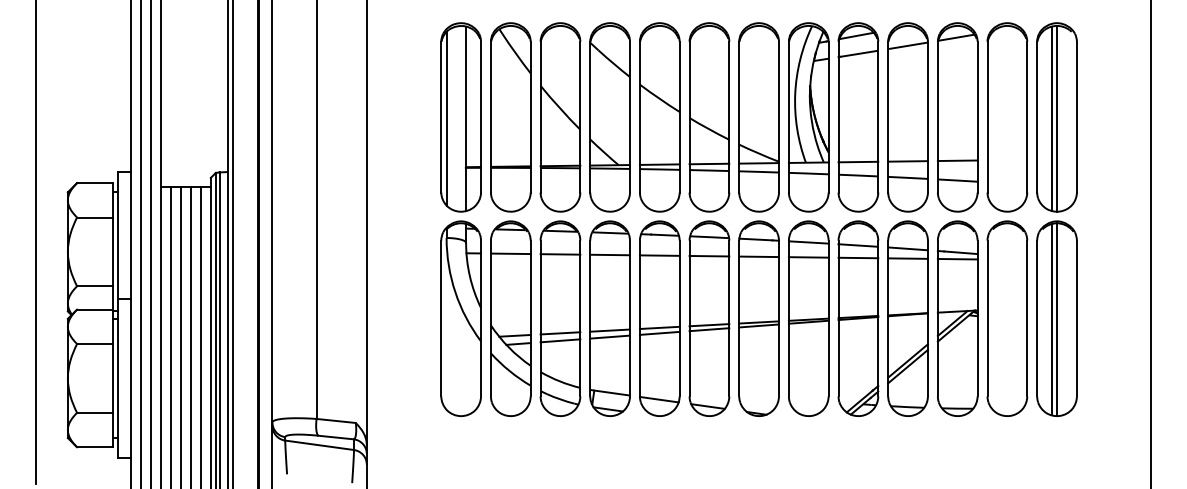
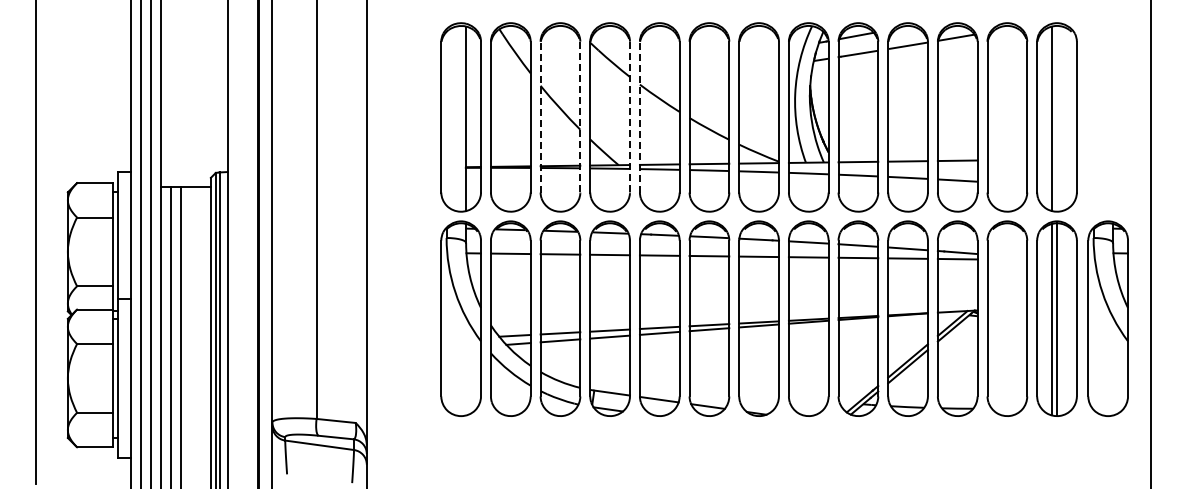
line at (540, 116): solid -> dashed
line at (639, 116): solid -> dashed
line at (580, 117): solid -> dashed
line at (629, 117): solid -> dashed
line at (446, 118): present -> none
line at (1057, 118): present -> none
line at (232, 243): present -> none
part at (1107, 318): none -> present
line at (191, 336): present -> none
line at (200, 336): present -> none
